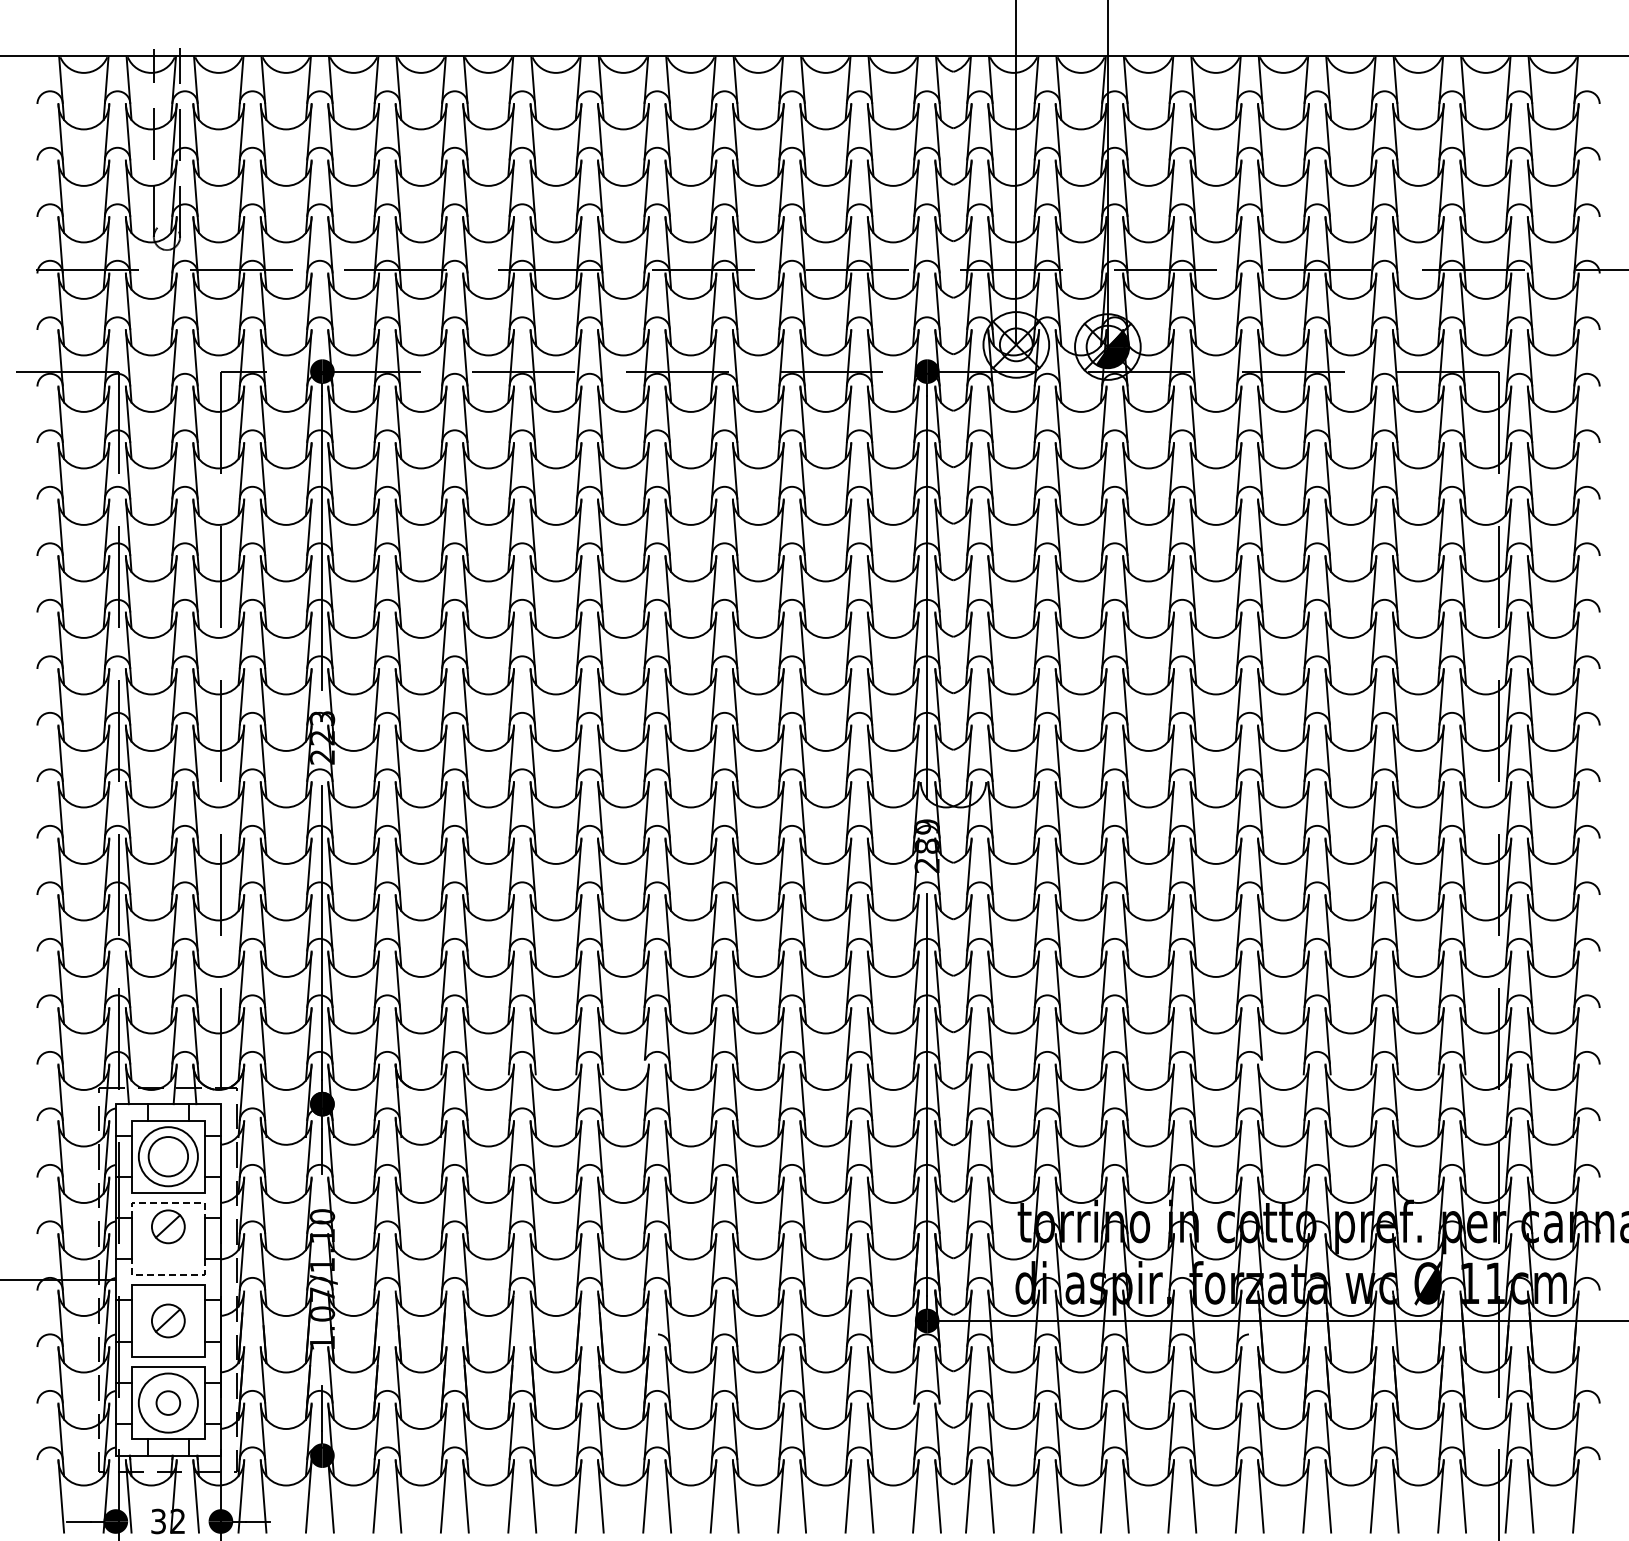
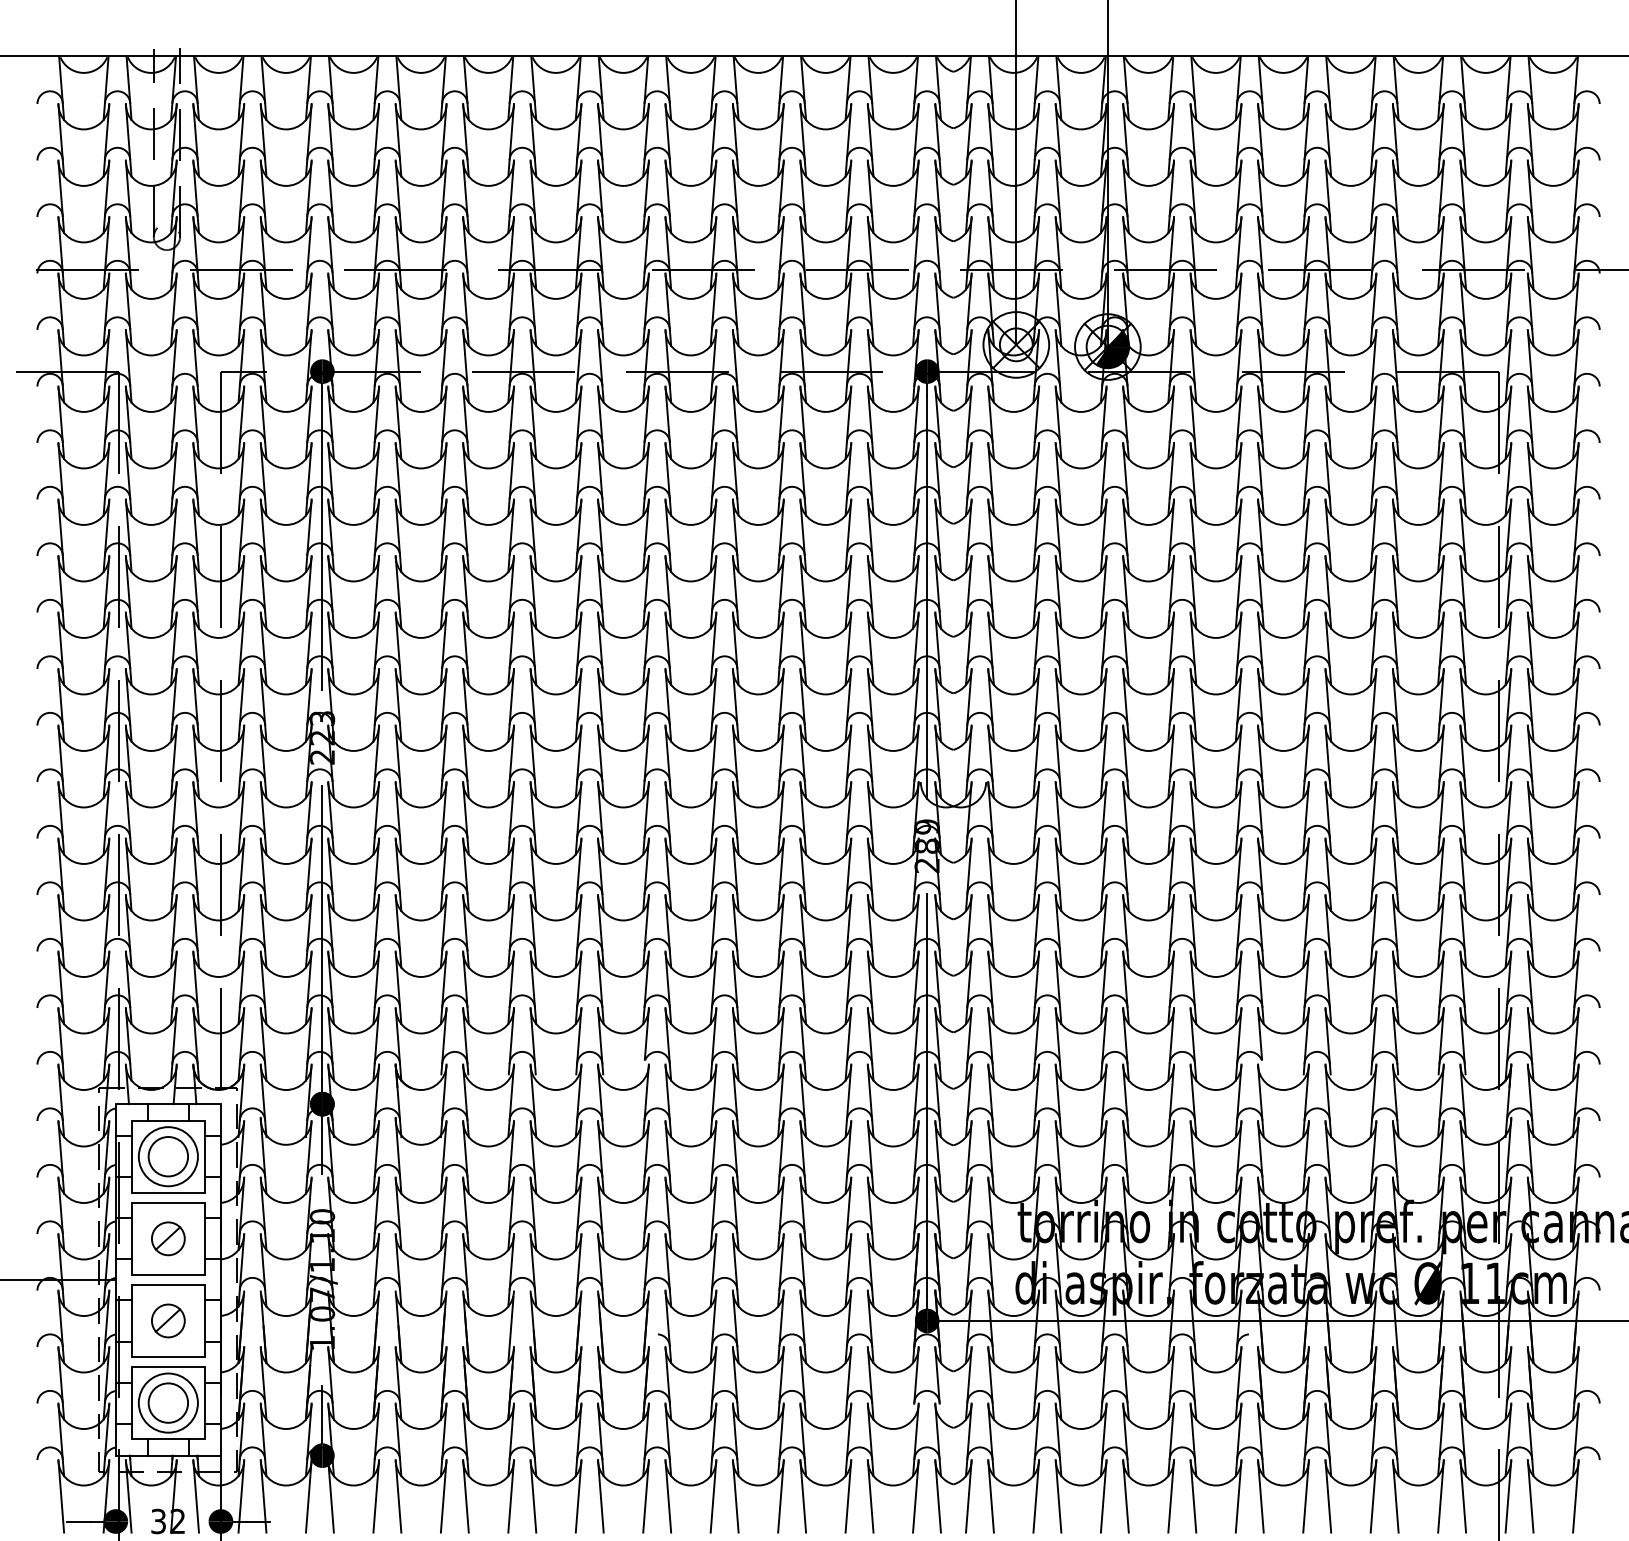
line at (168, 1202): dashed -> solid
part at (168, 1226) position: (168, 1226) -> (168, 1238)
line at (167, 1274): dashed -> solid
circle at (168, 1402) diameter: 24 px -> 39 px
